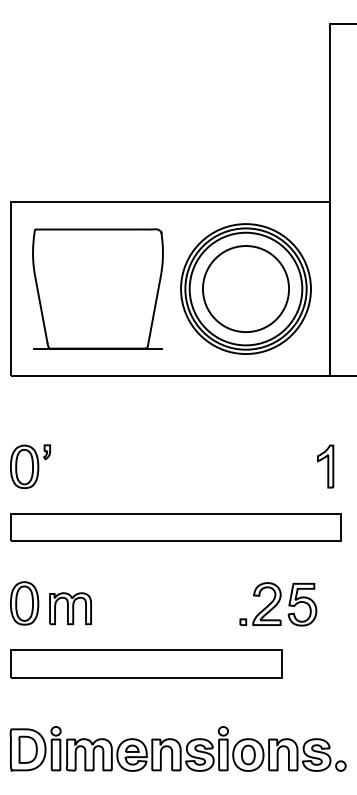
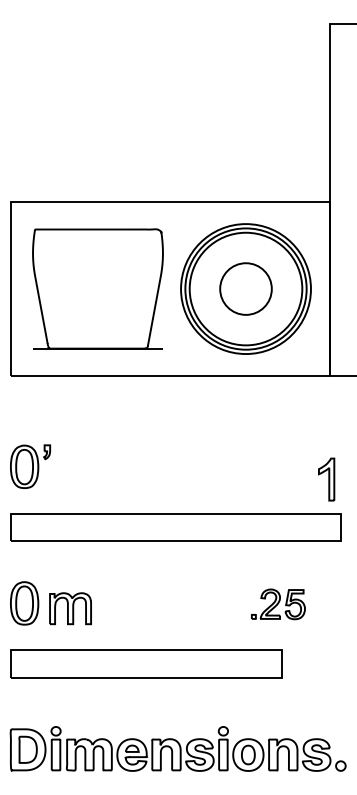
circle at (245, 289) diameter: 86 px -> 52 px
part at (325, 466) position: (325, 466) -> (326, 479)
part at (278, 604) size: 79x45 px -> 55x33 px
